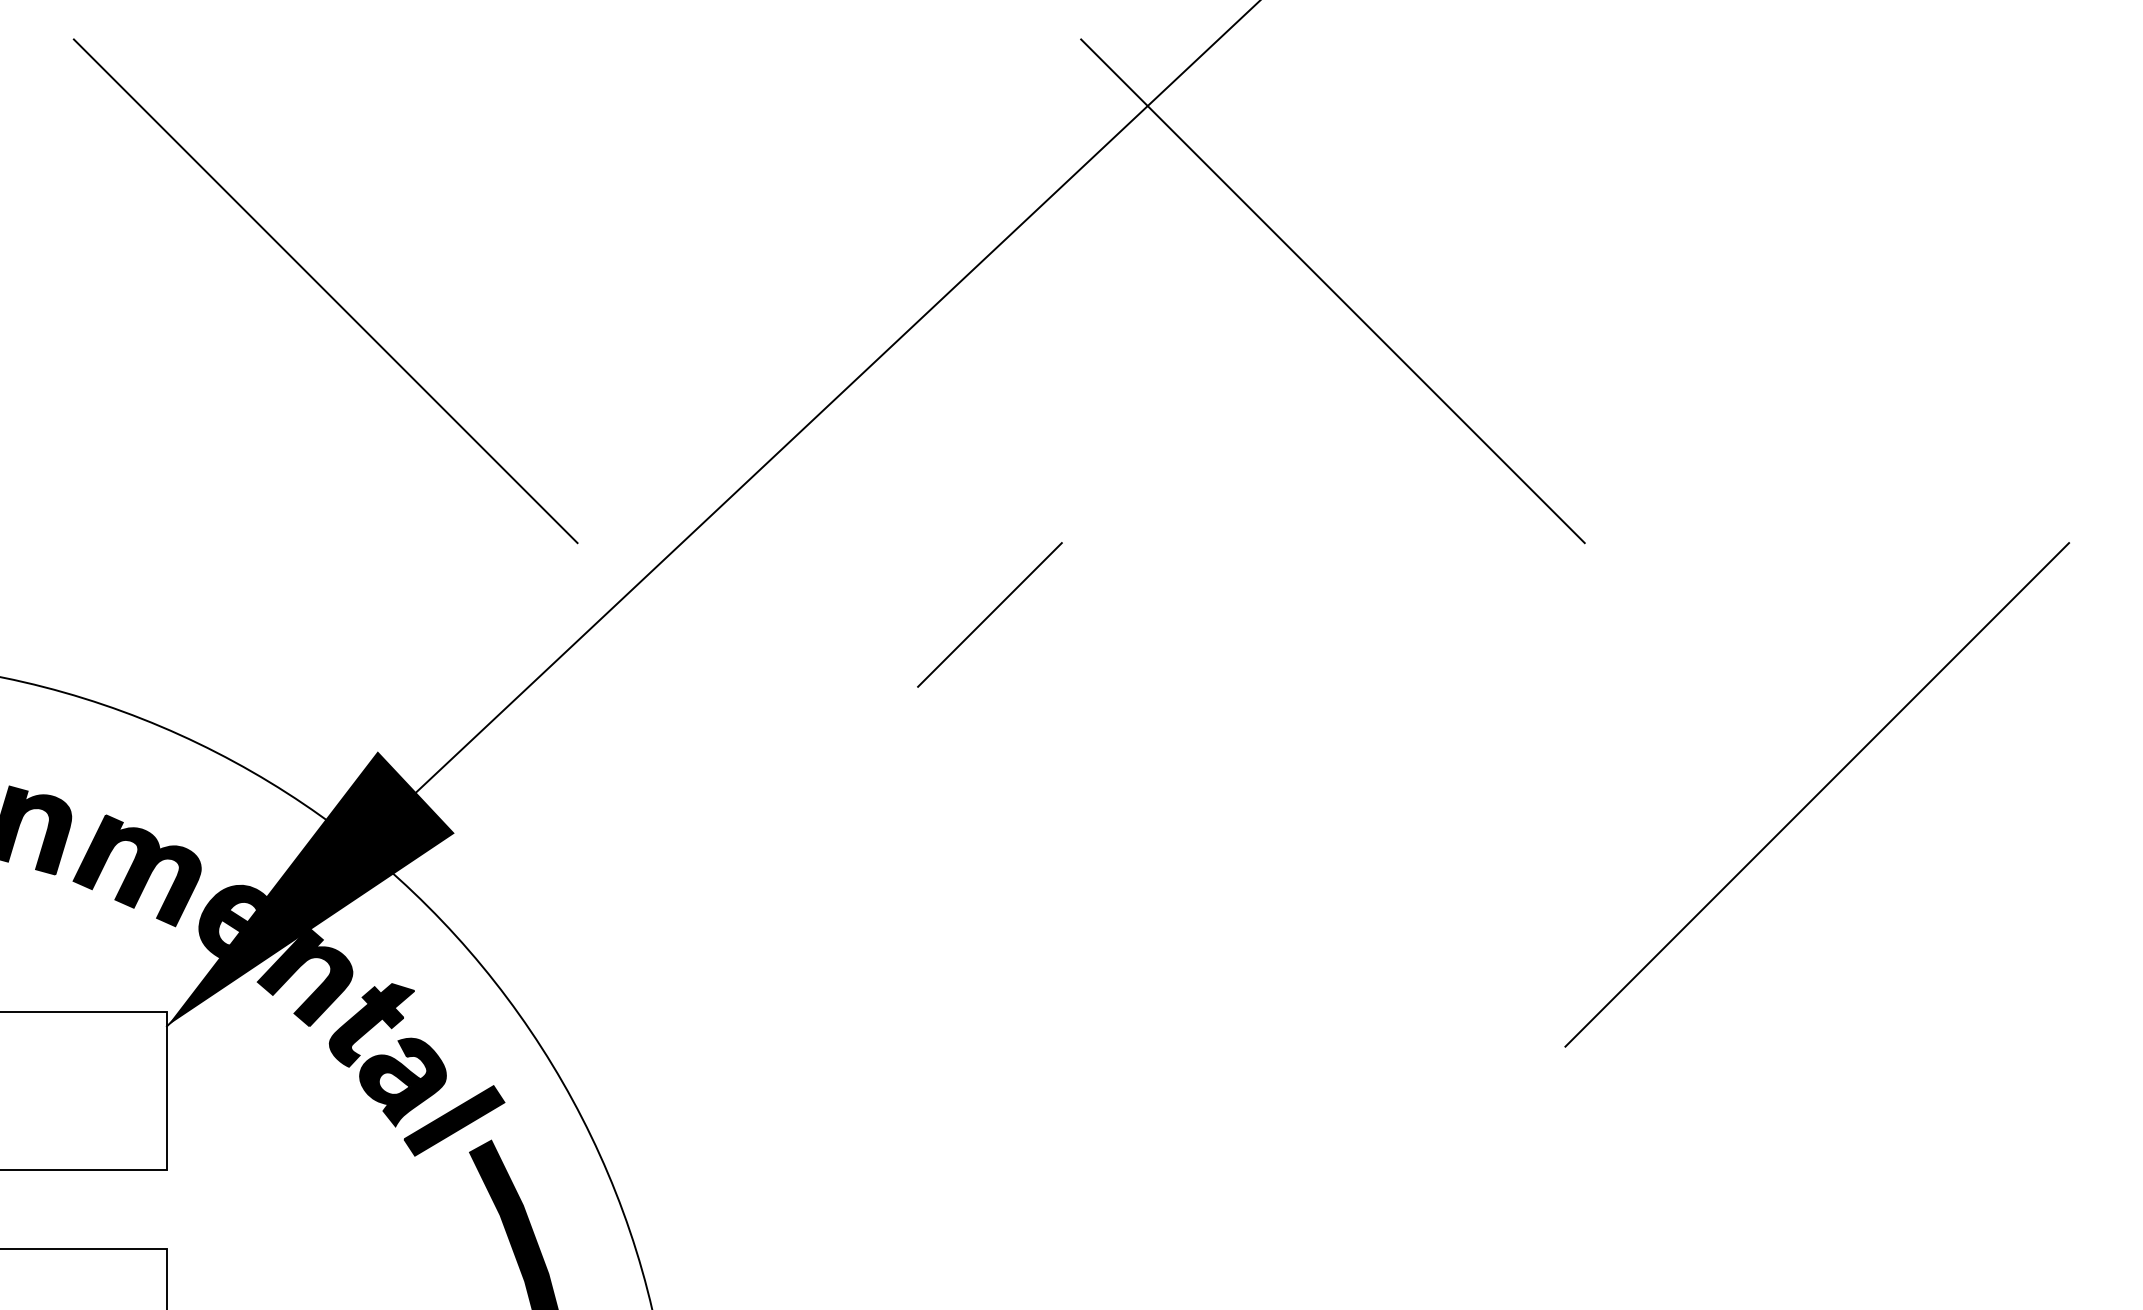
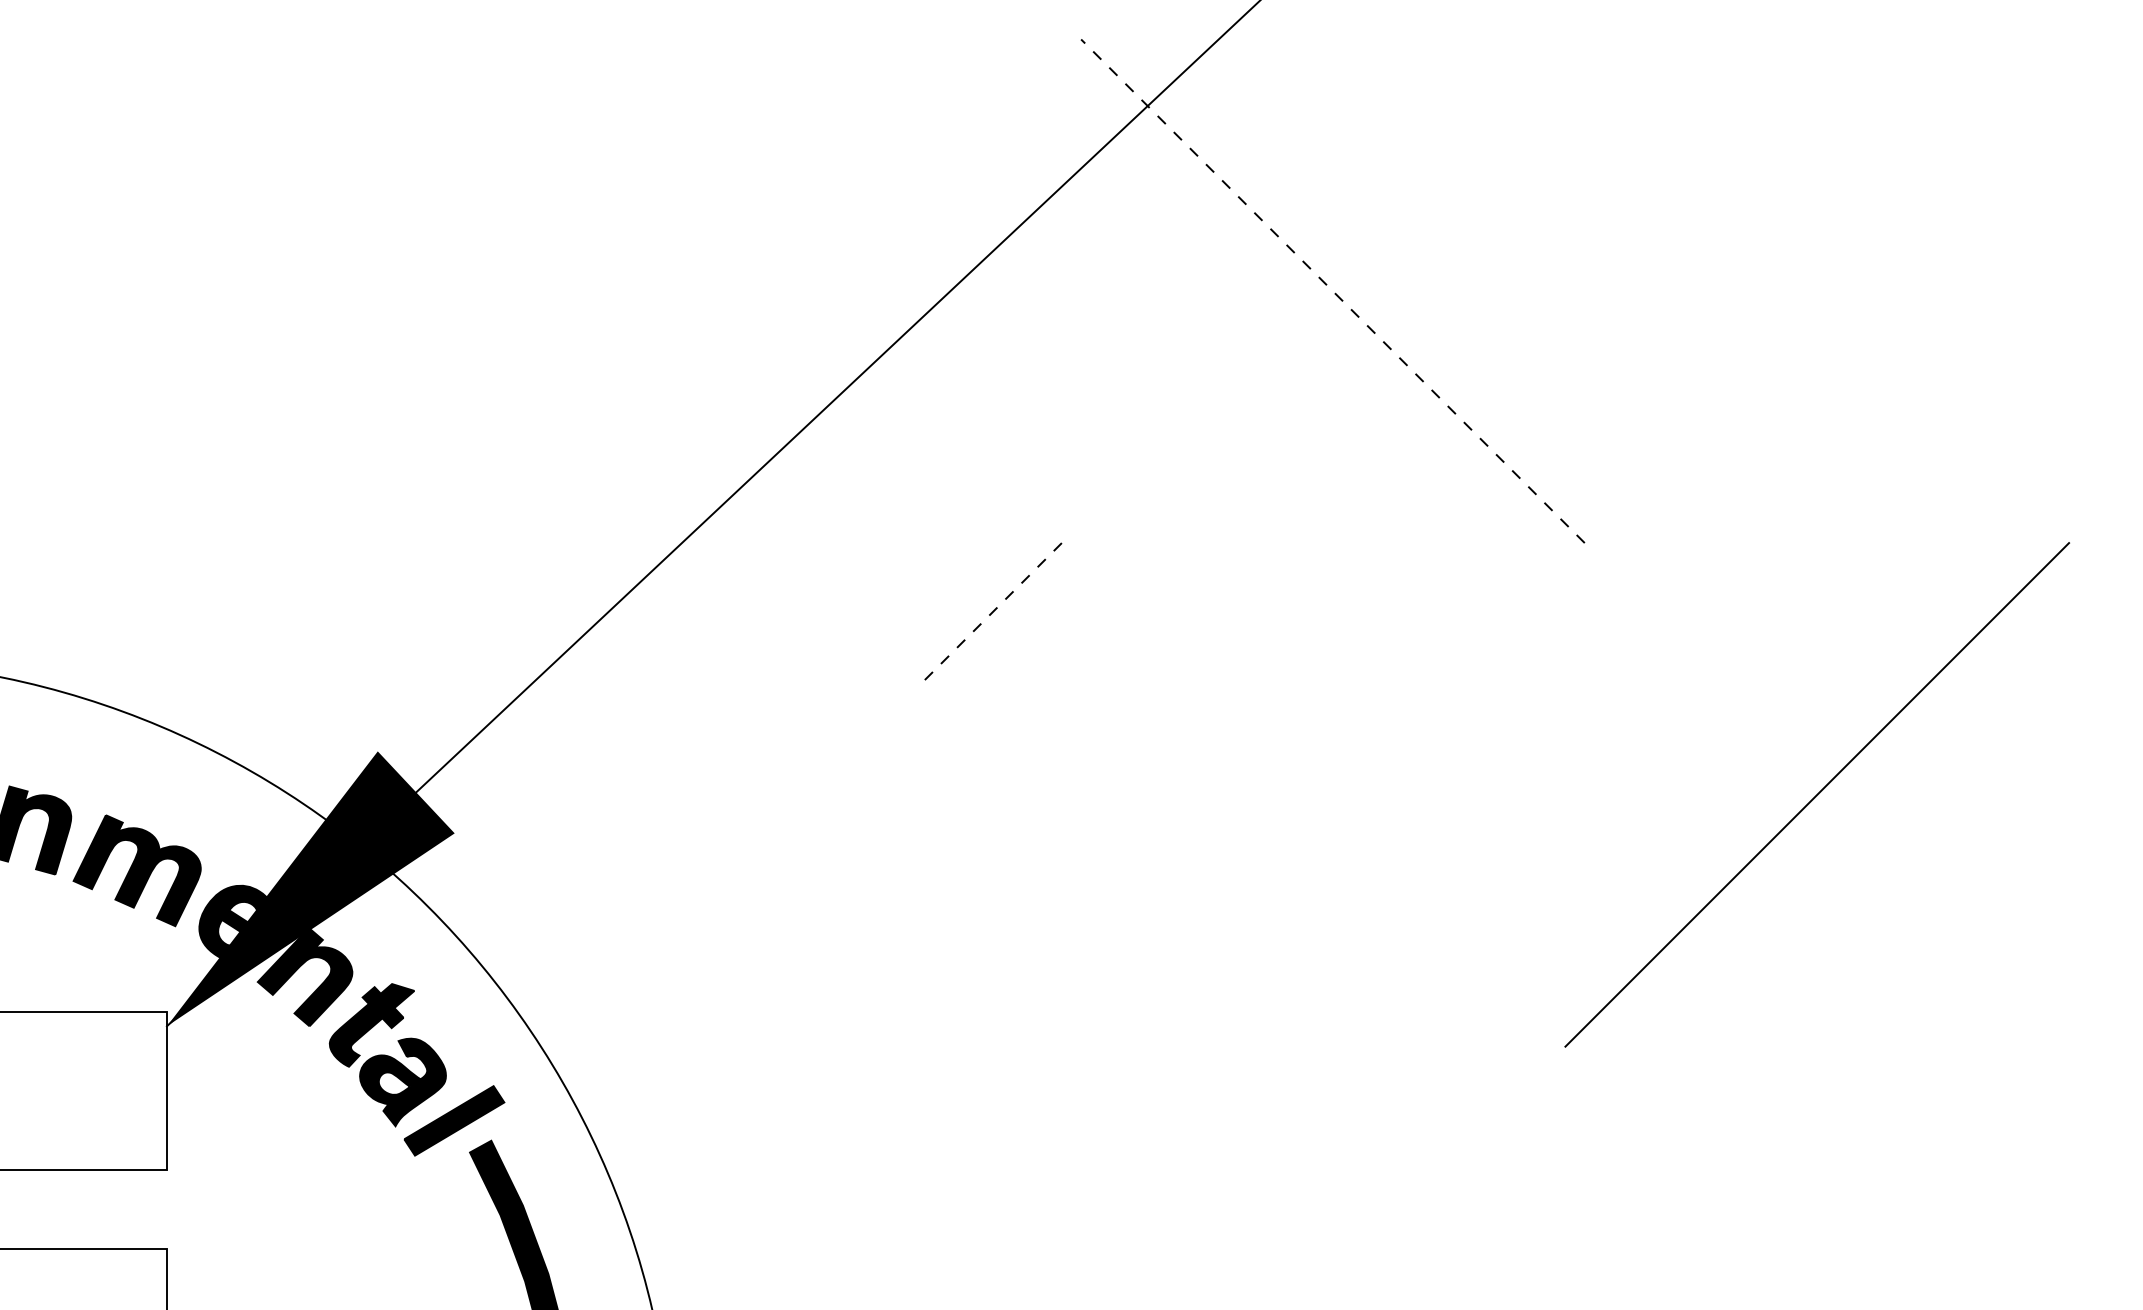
line at (1332, 290): solid -> dashed
line at (325, 291): present -> none
line at (989, 614): solid -> dashed
